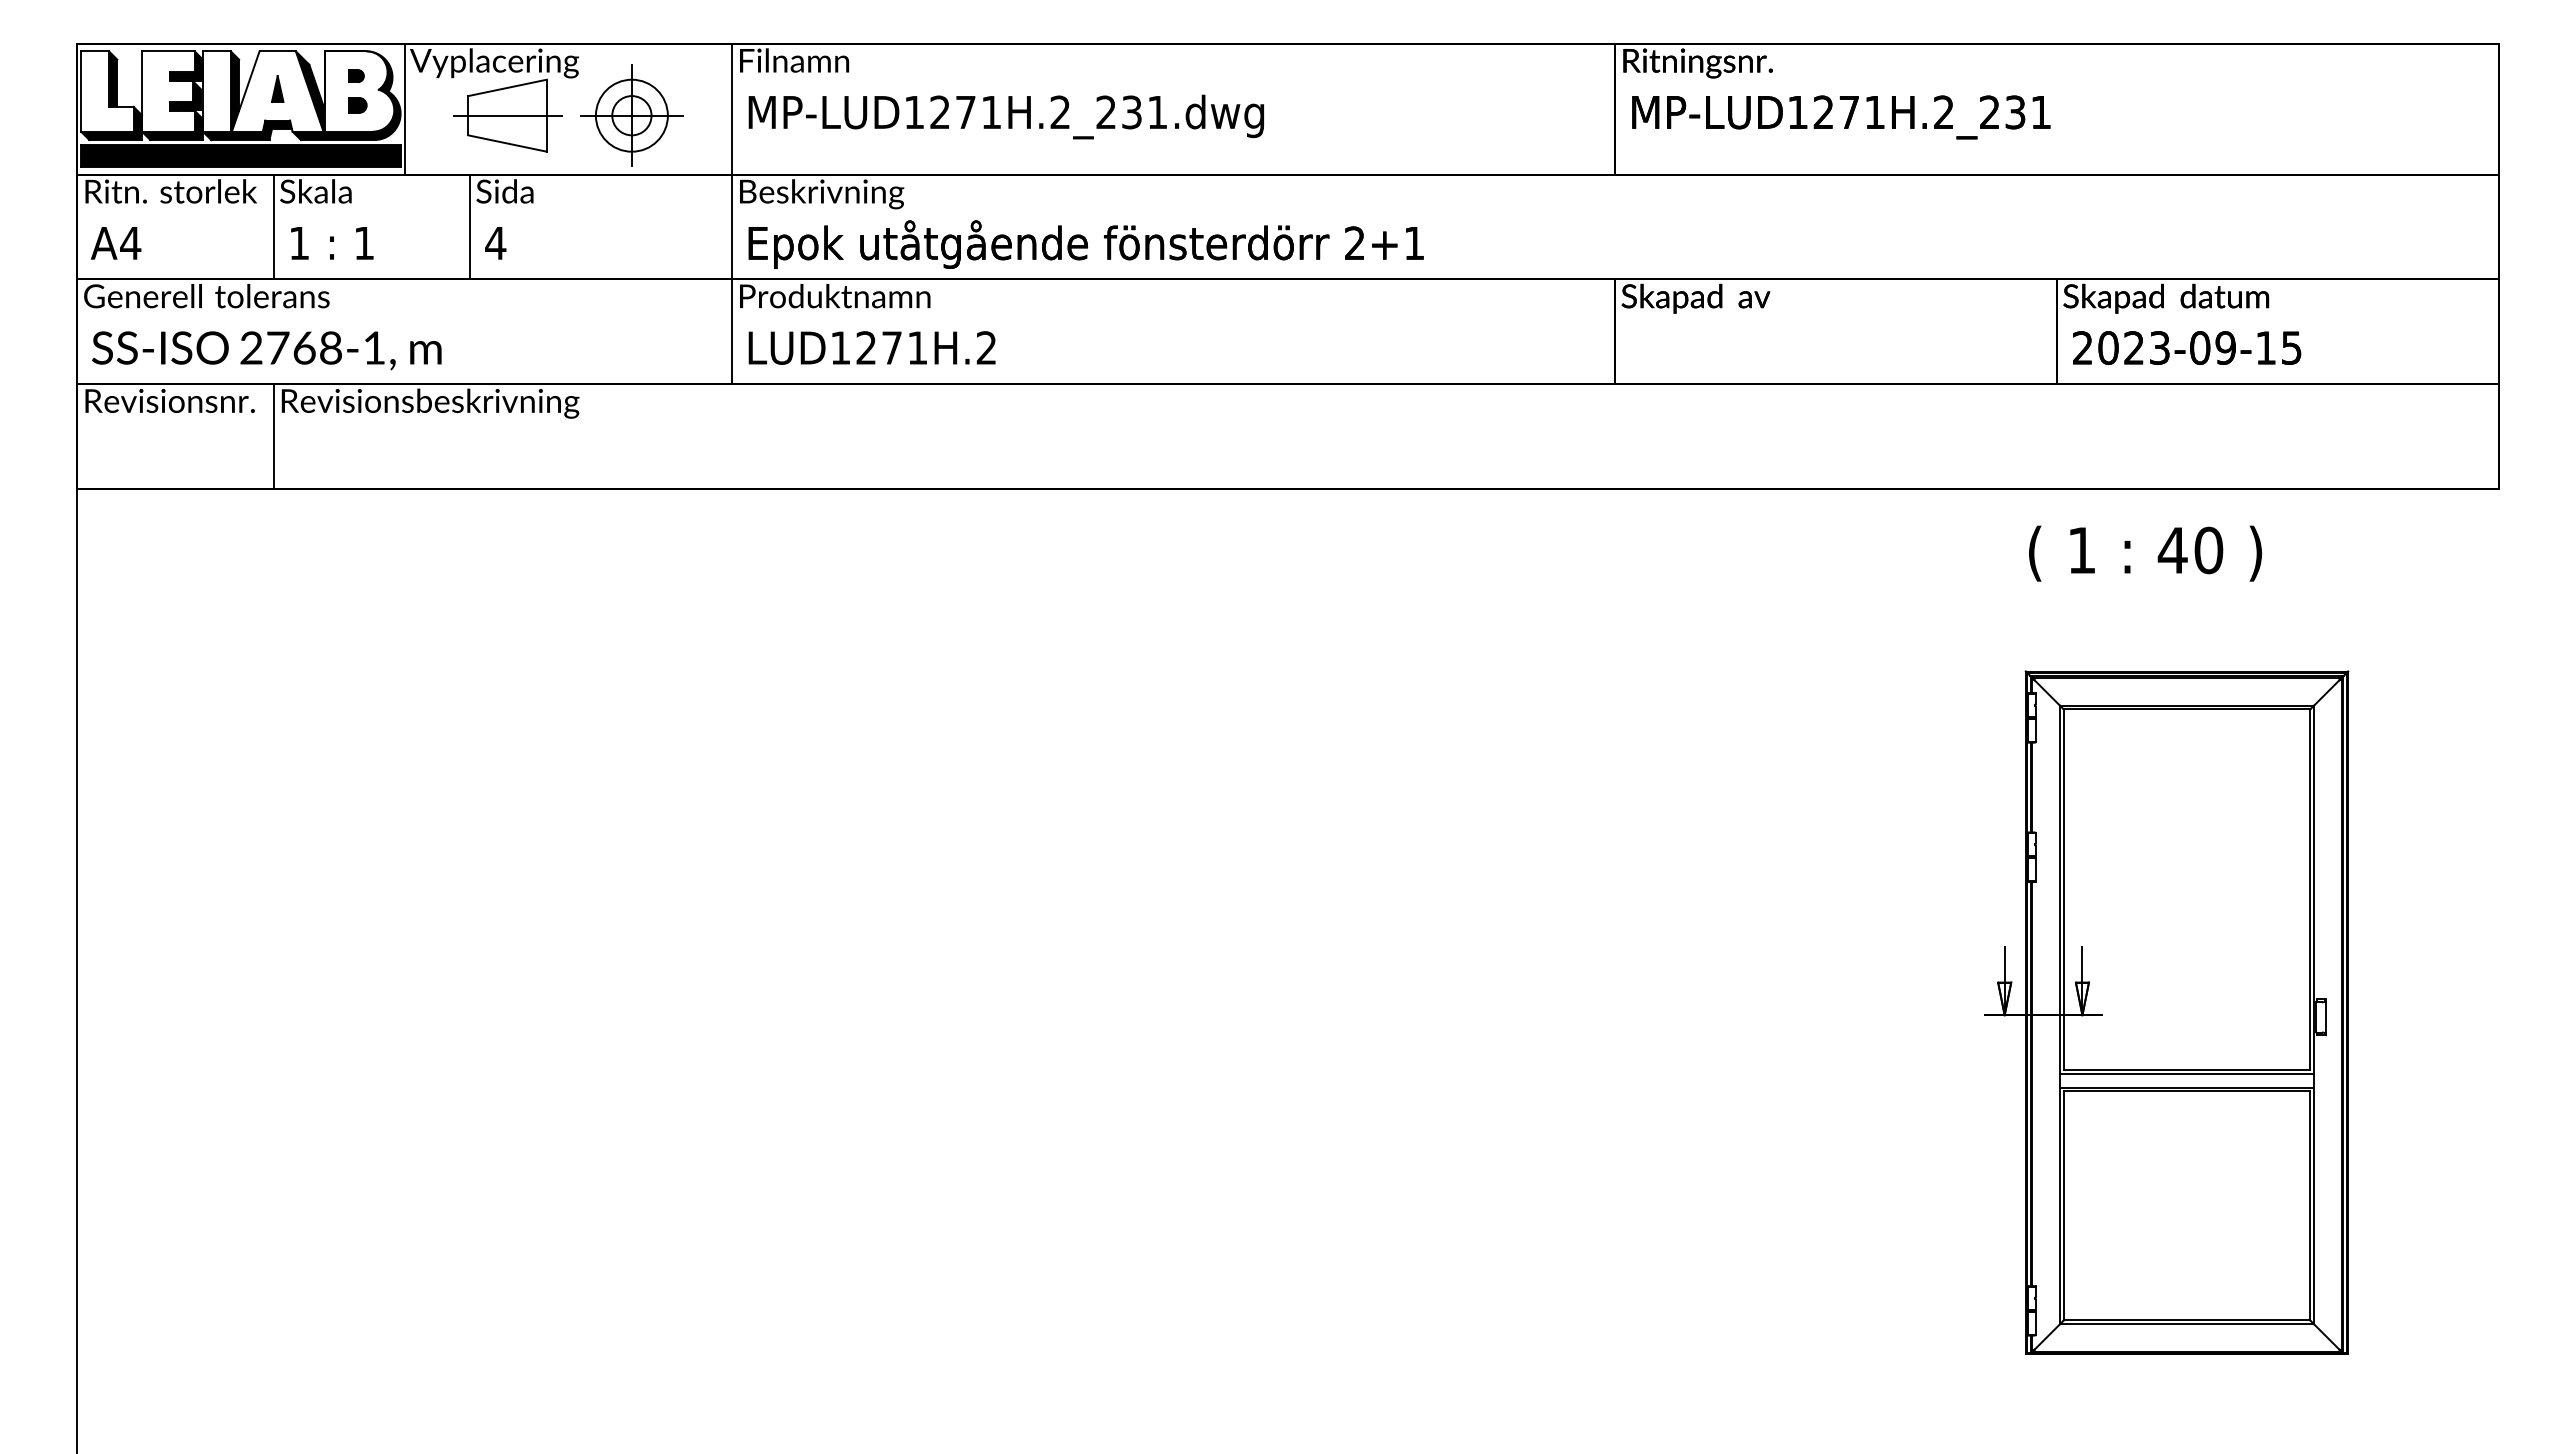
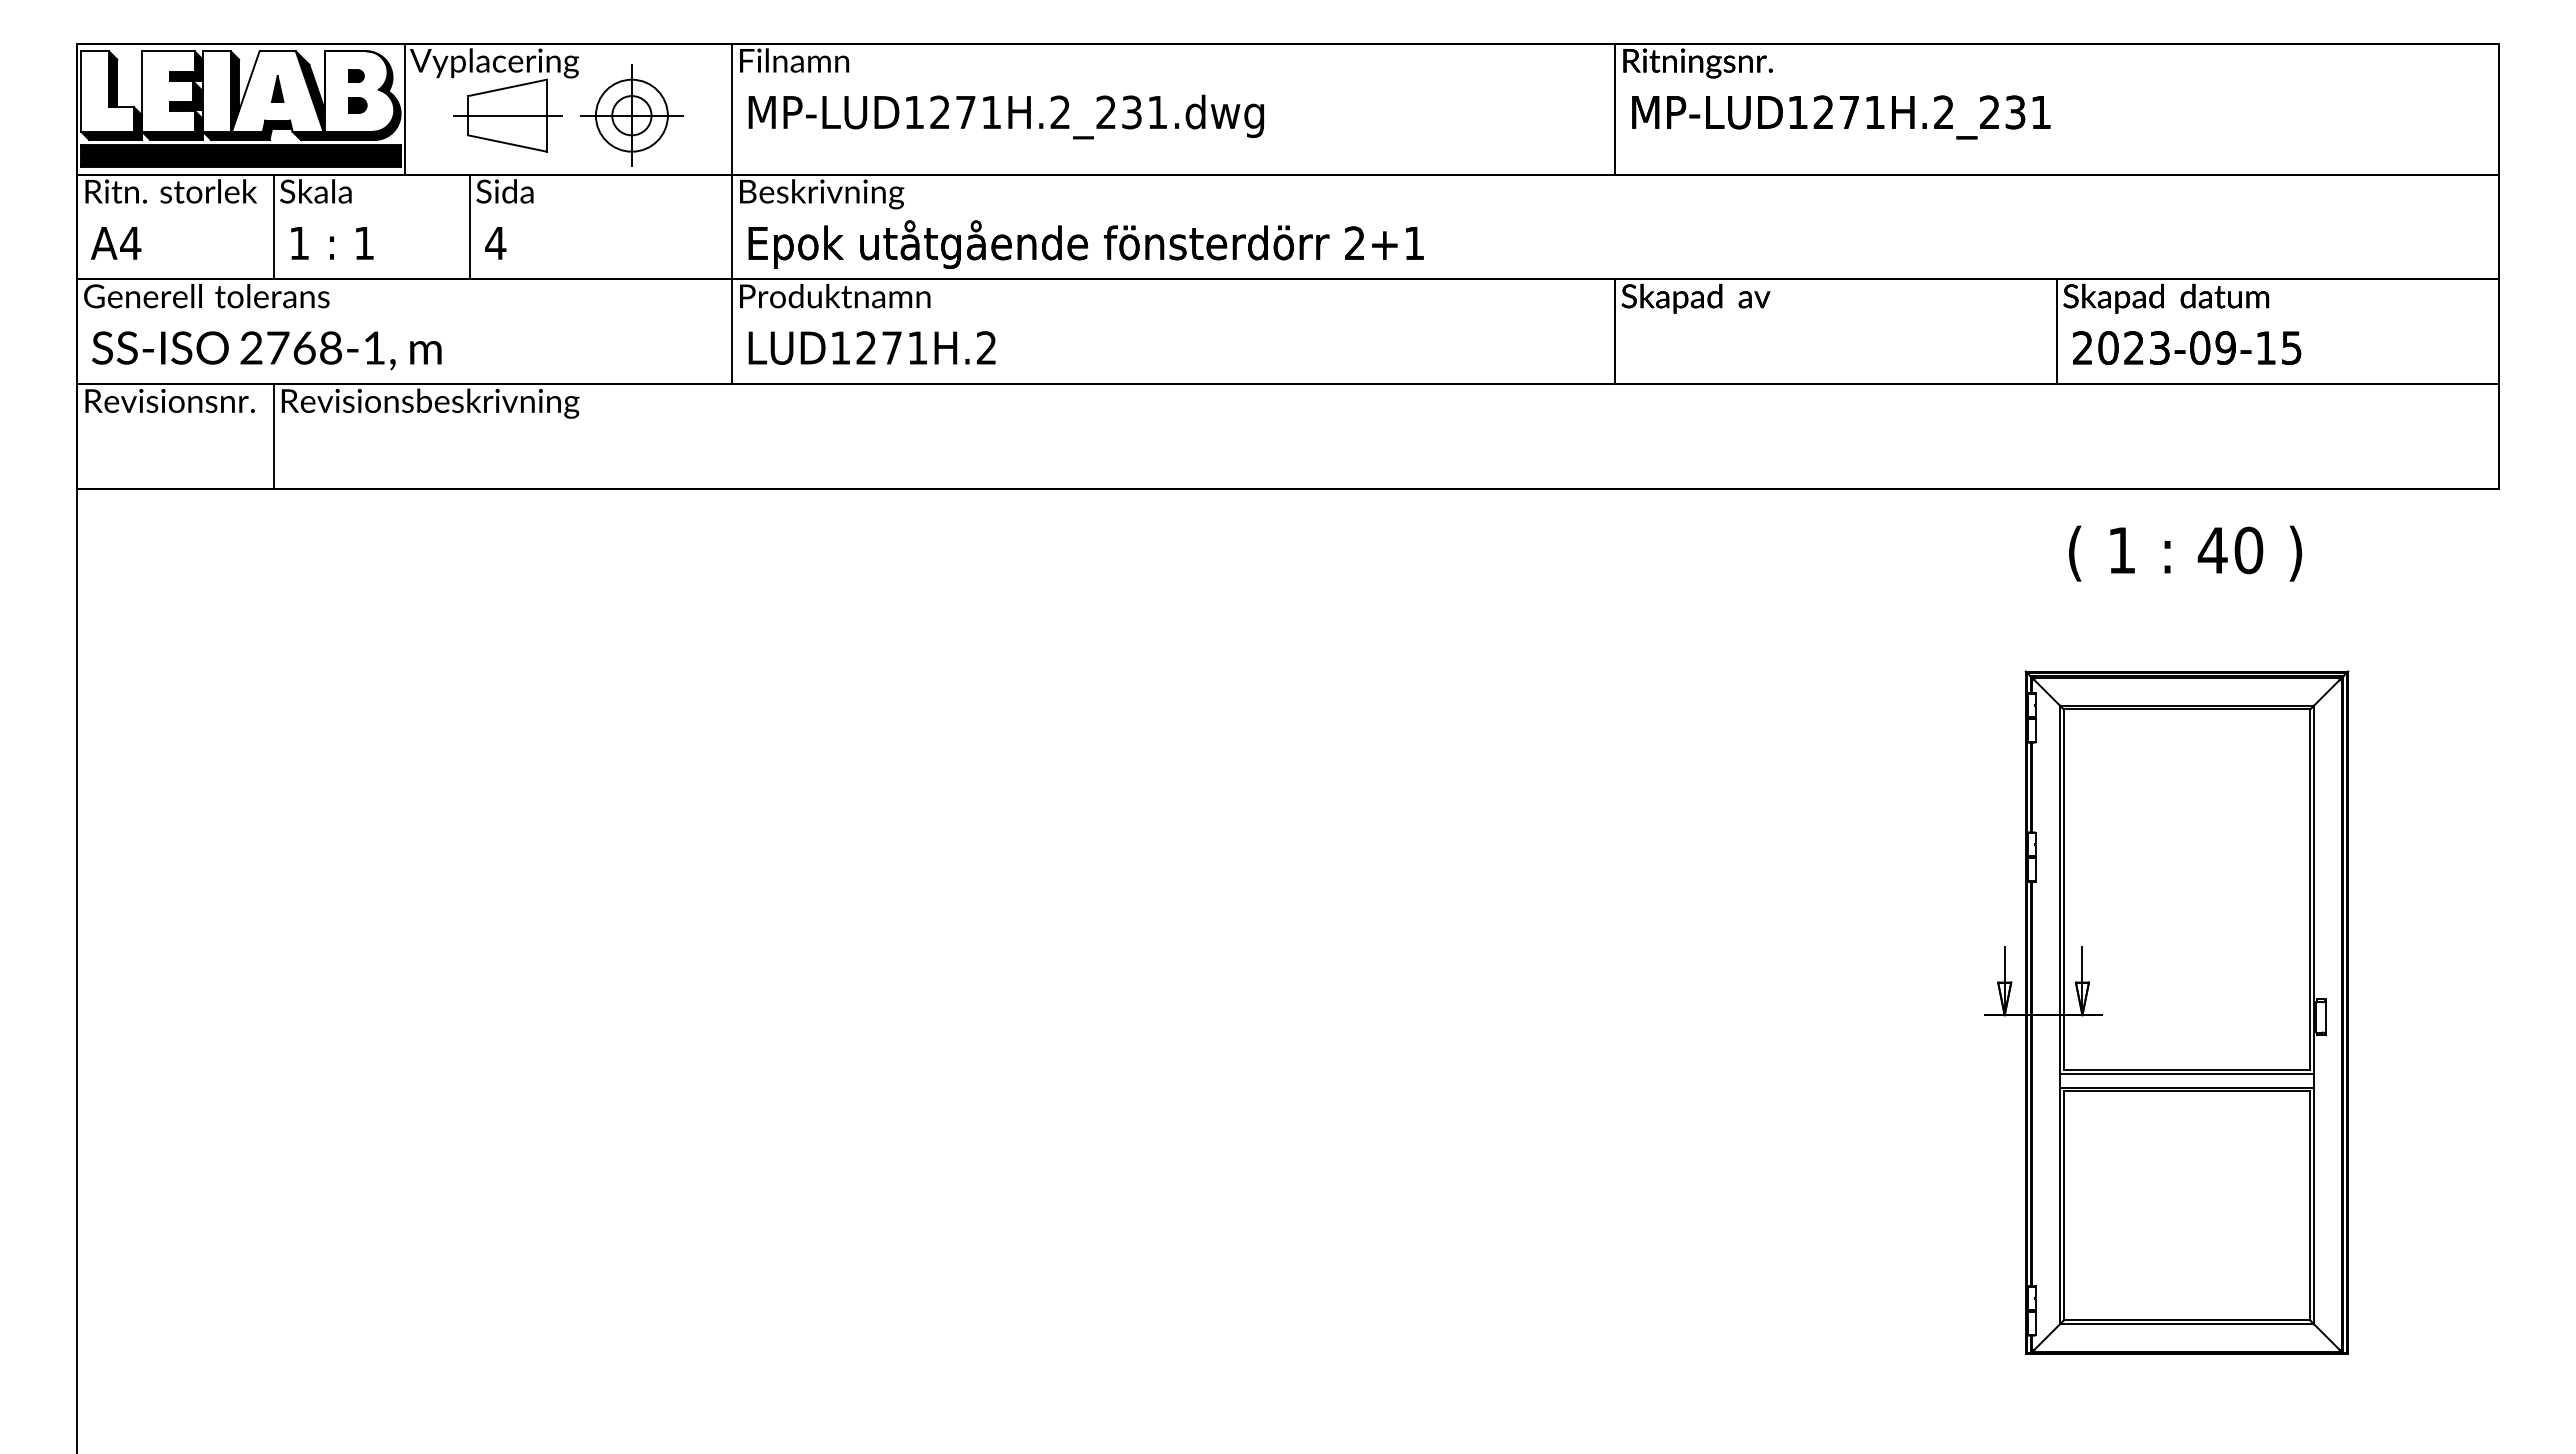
text at (2145, 553) position: (2145, 553) -> (2185, 553)
